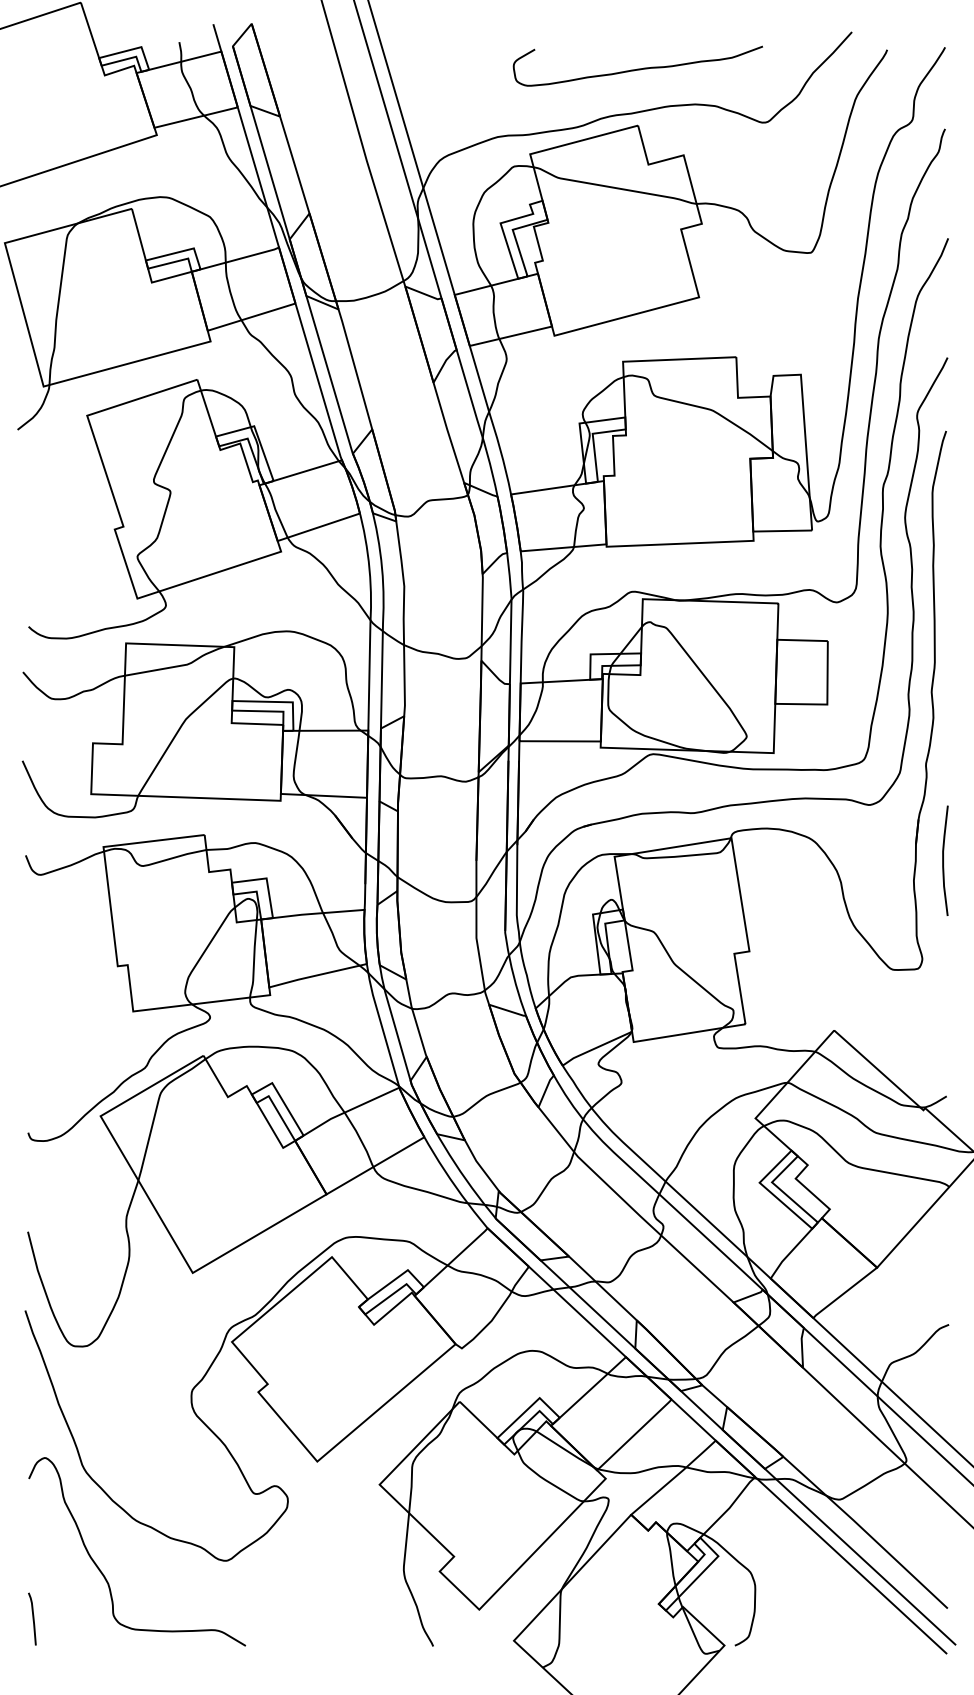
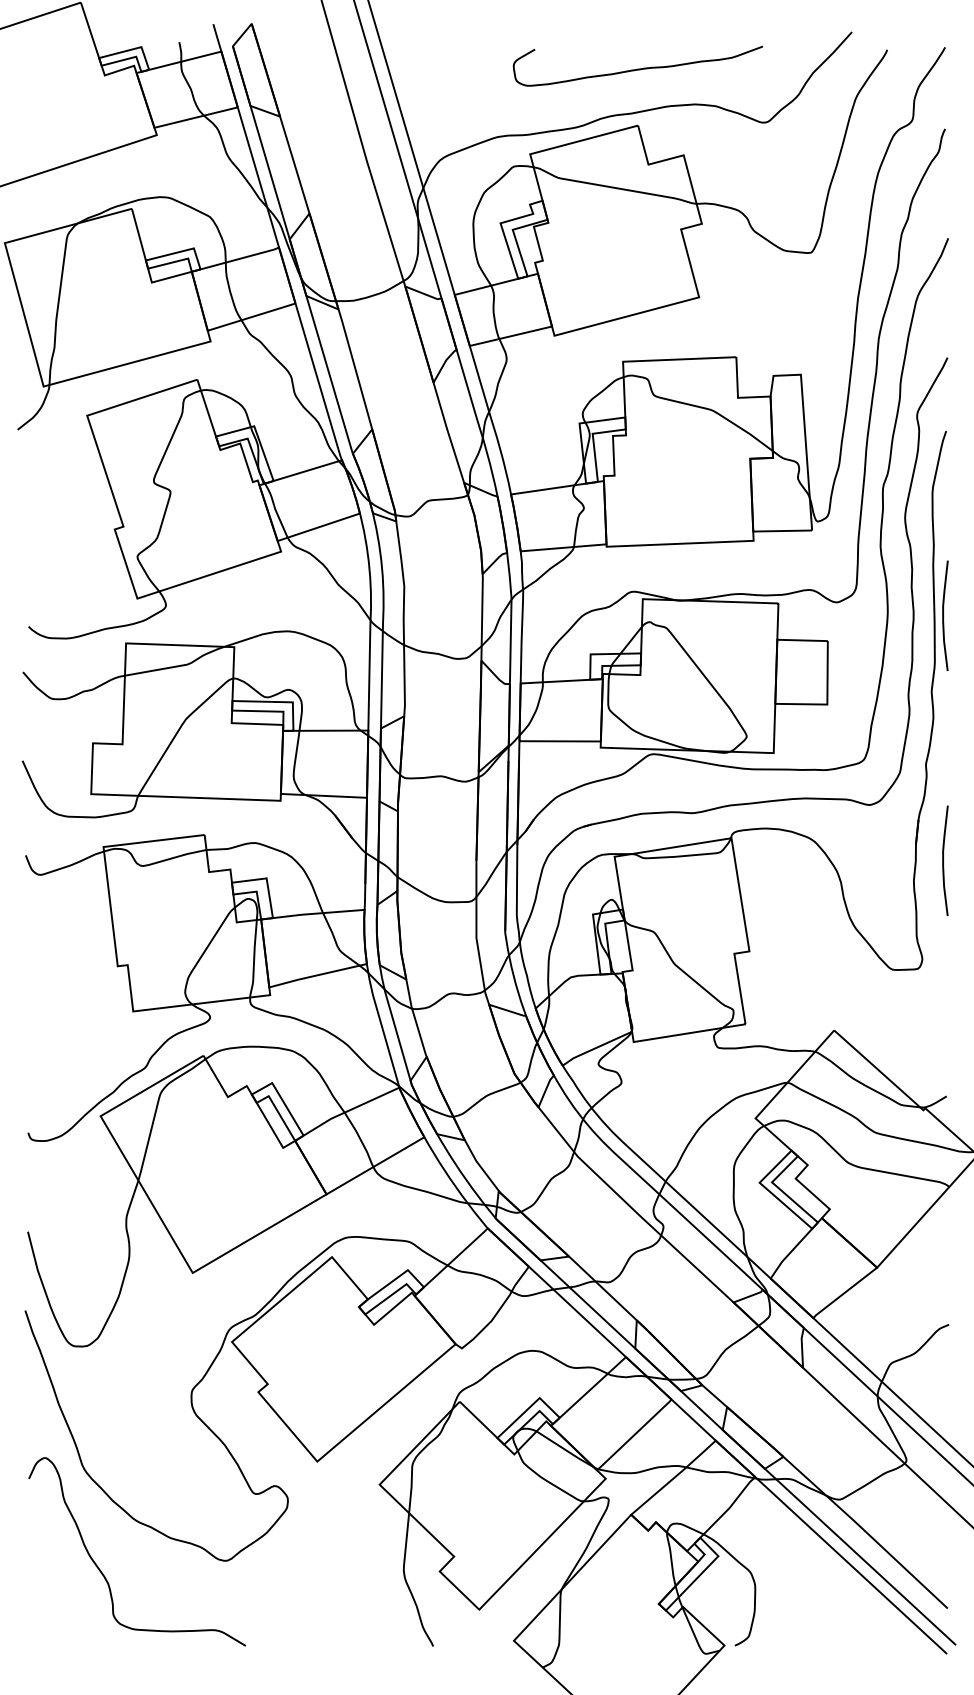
curve at (943, 615): none -> present
line at (32, 1618): present -> none
